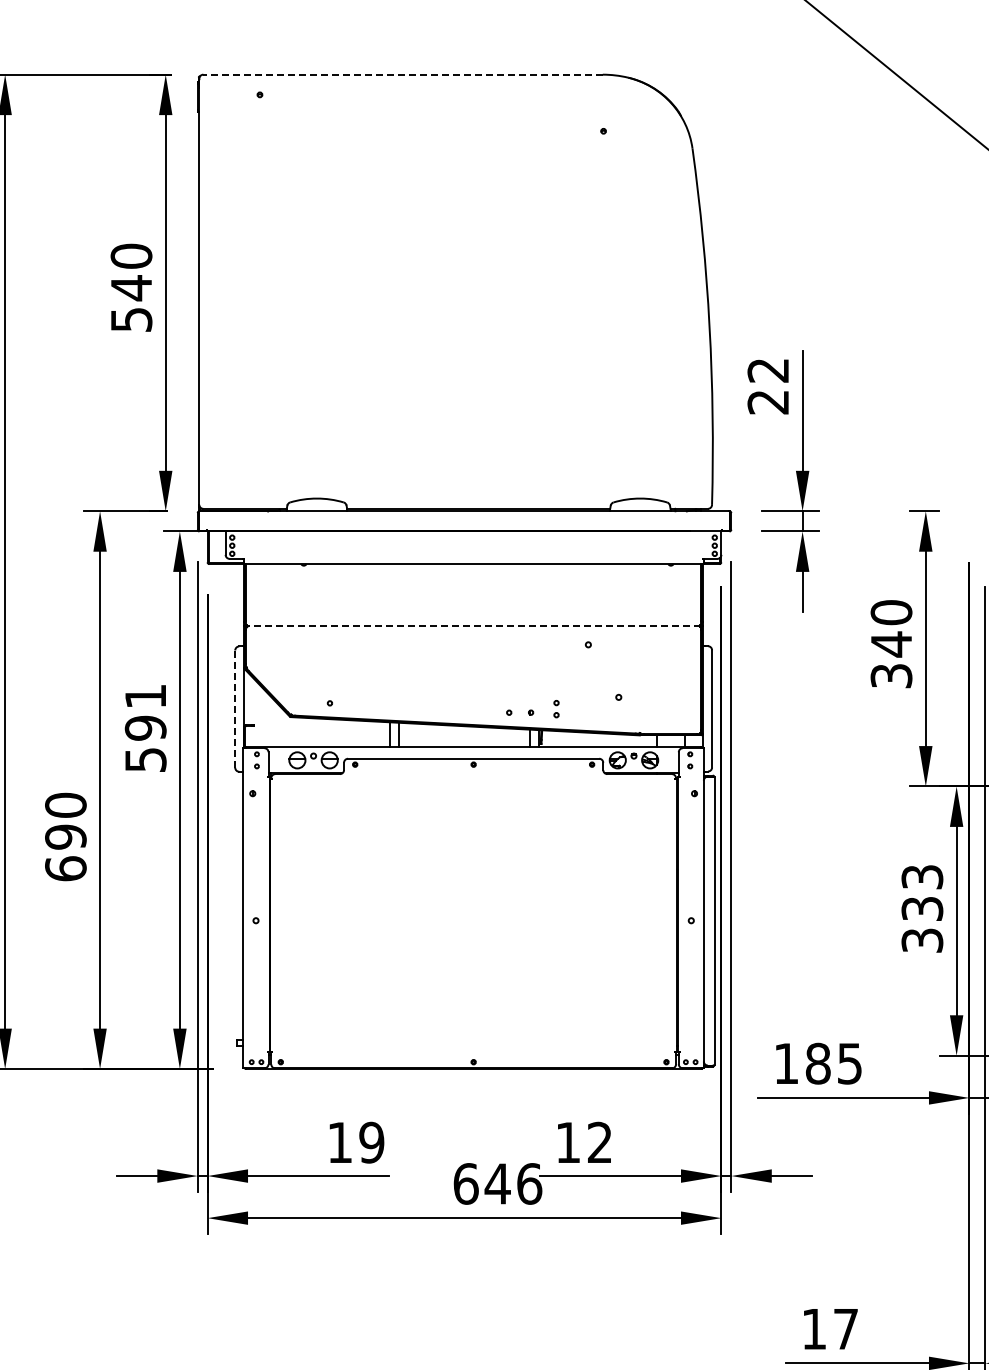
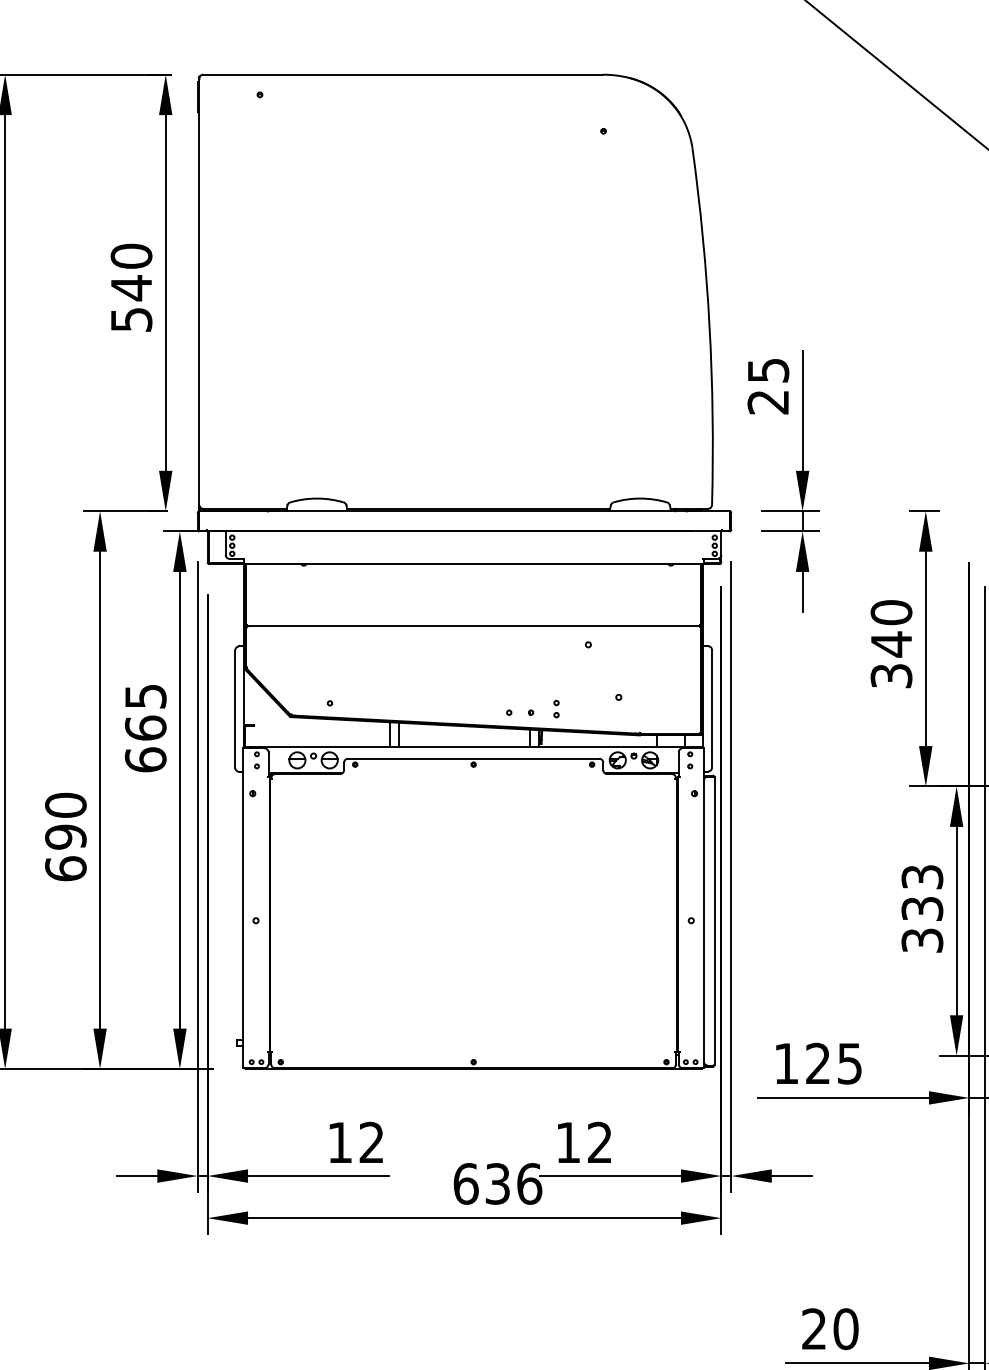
line at (403, 74): dashed -> solid
text at (768, 370): 22 -> 25
line at (473, 626): dashed -> solid
line at (235, 709): dashed -> solid
text at (145, 728): 591 -> 665
text at (817, 1063): 185 -> 125
text at (371, 1142): 19 -> 12
text at (497, 1183): 646 -> 636
text at (830, 1329): 17 -> 20
